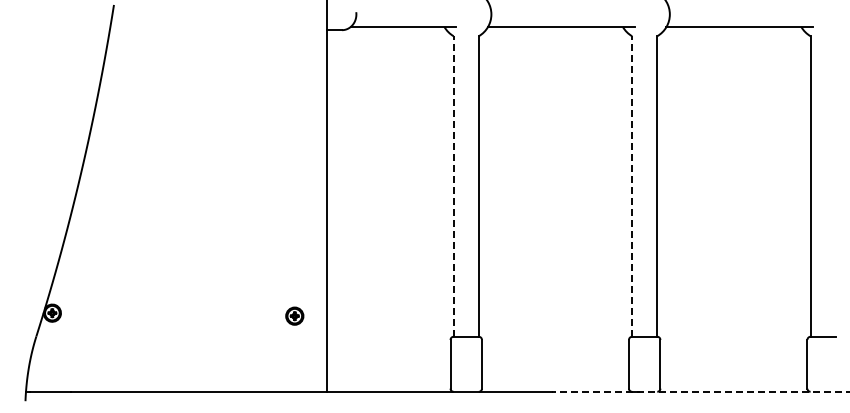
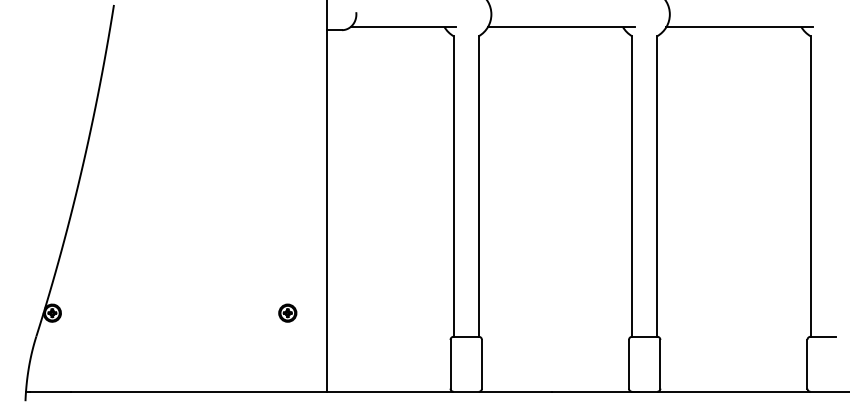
line at (453, 186): dashed -> solid
line at (632, 186): dashed -> solid
part at (294, 315) position: (294, 315) -> (287, 312)
line at (701, 391): dashed -> solid
